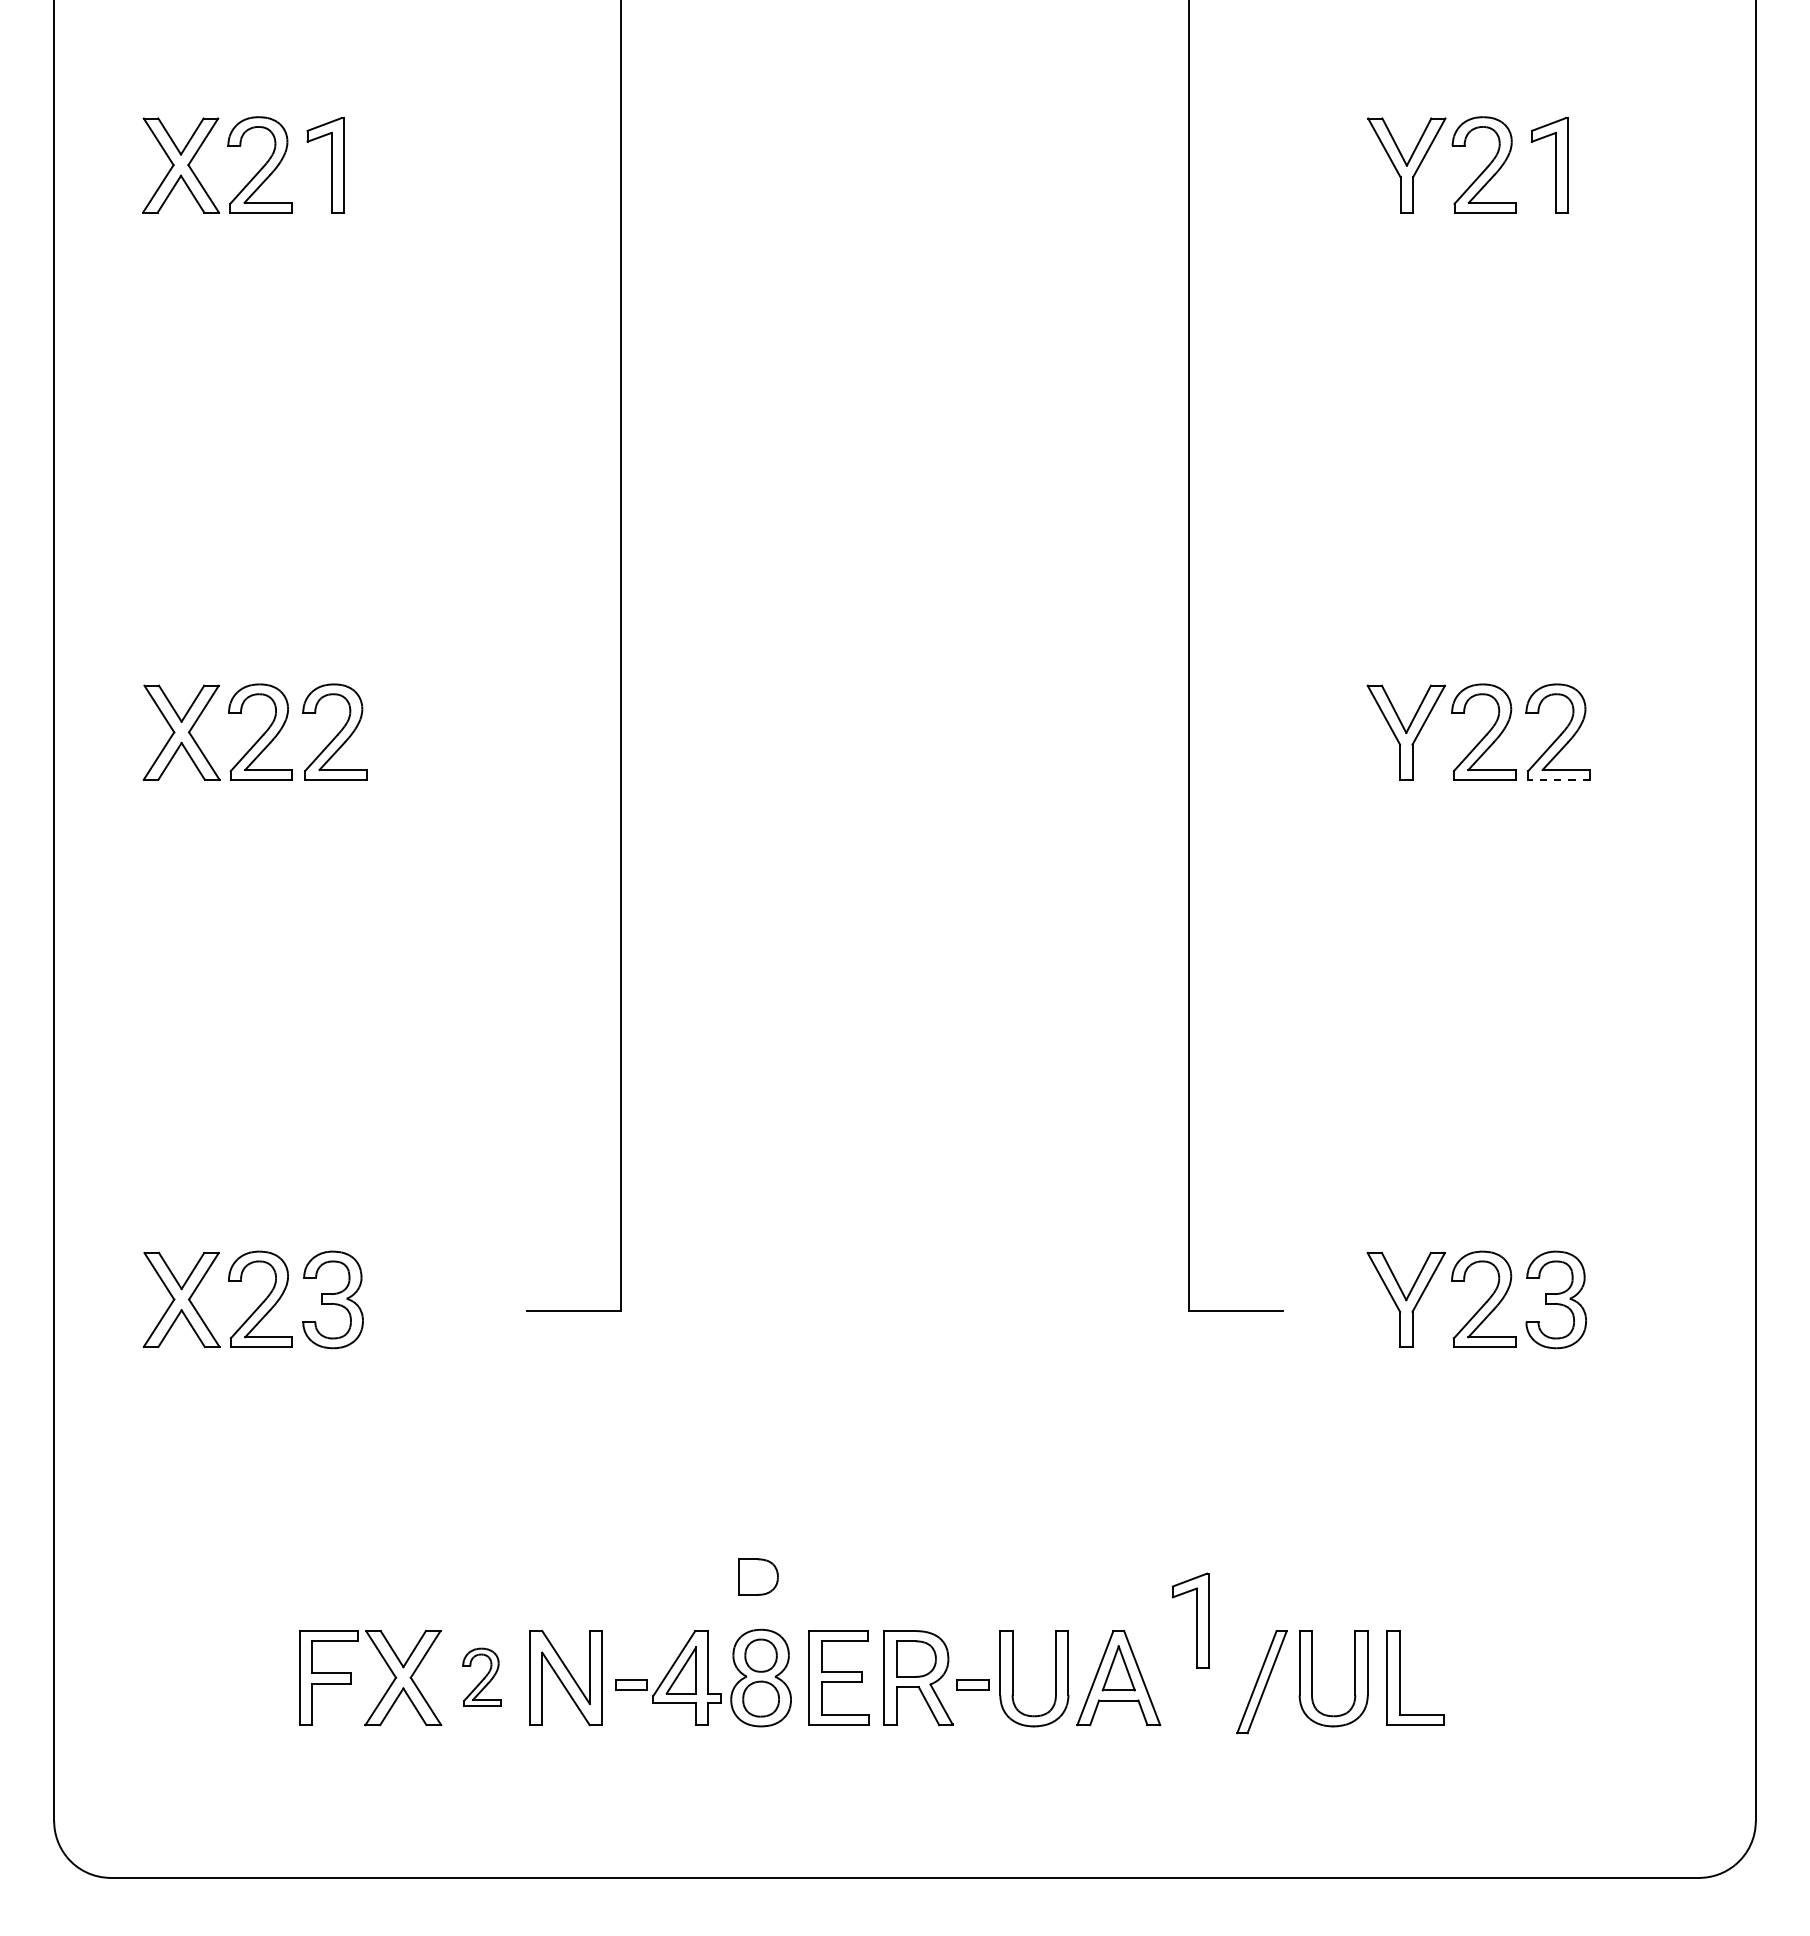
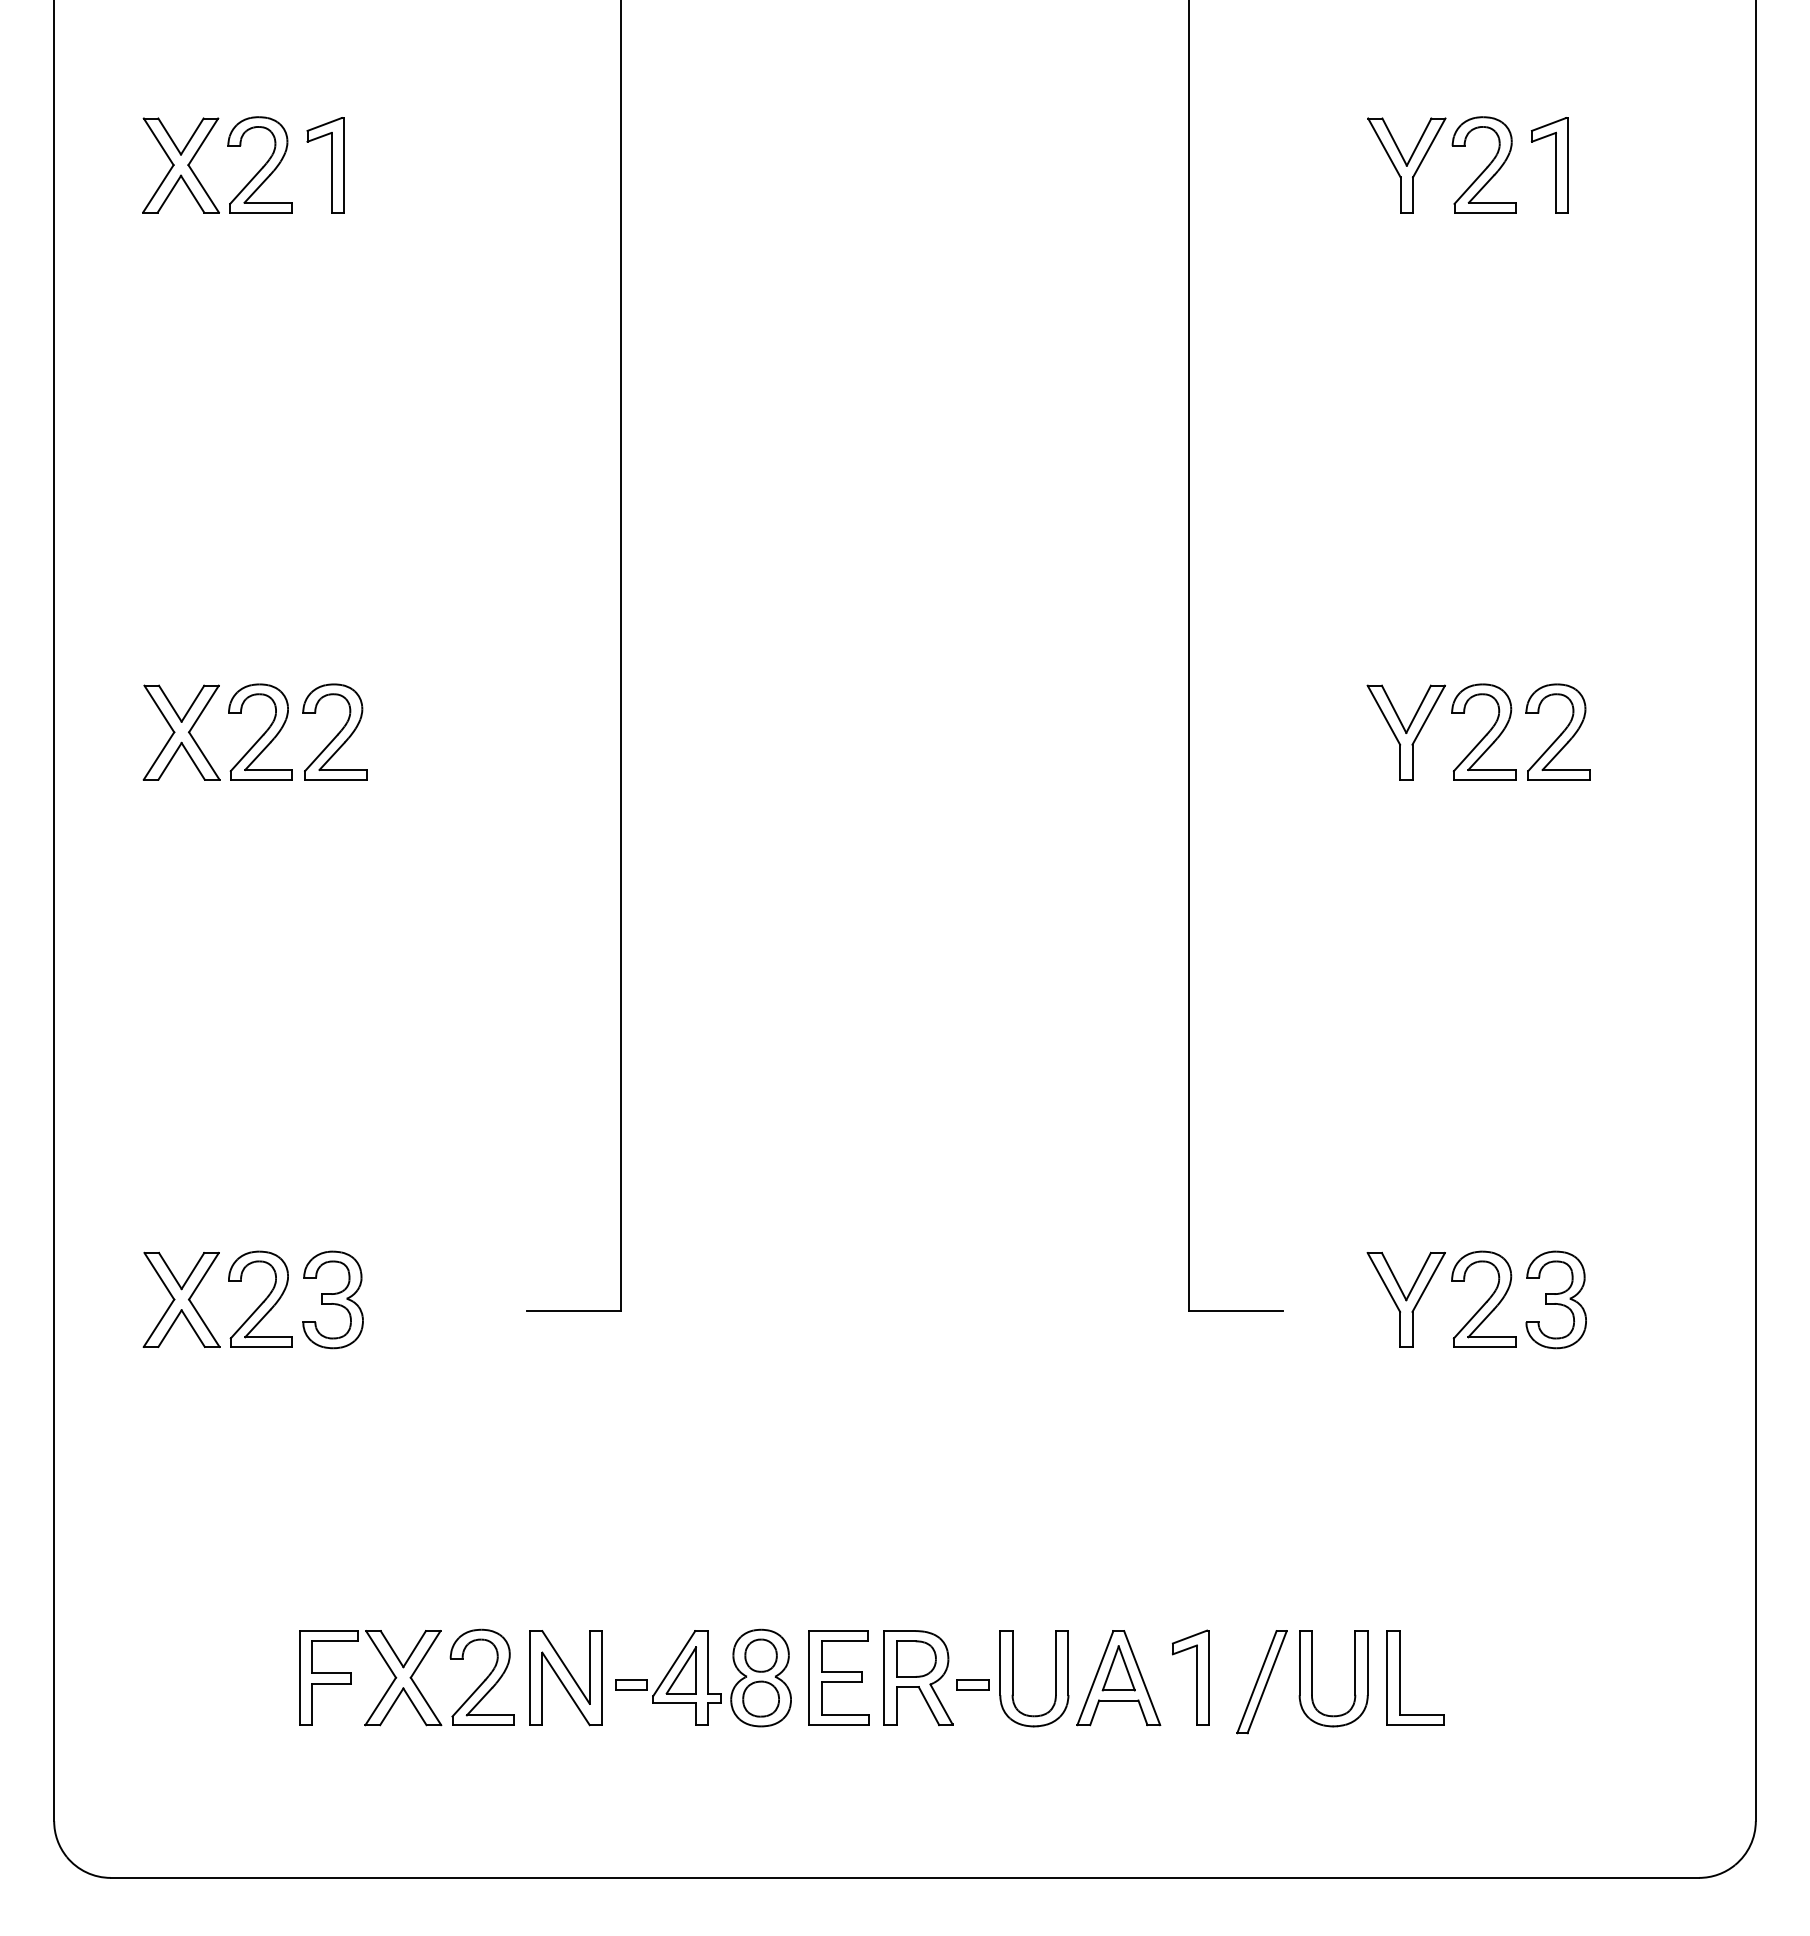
line at (1559, 779): dashed -> solid
part at (758, 1576): present -> none
part at (1190, 1620) position: (1190, 1620) -> (1190, 1677)
part at (481, 1676) size: 40x60 px -> 66x98 px
